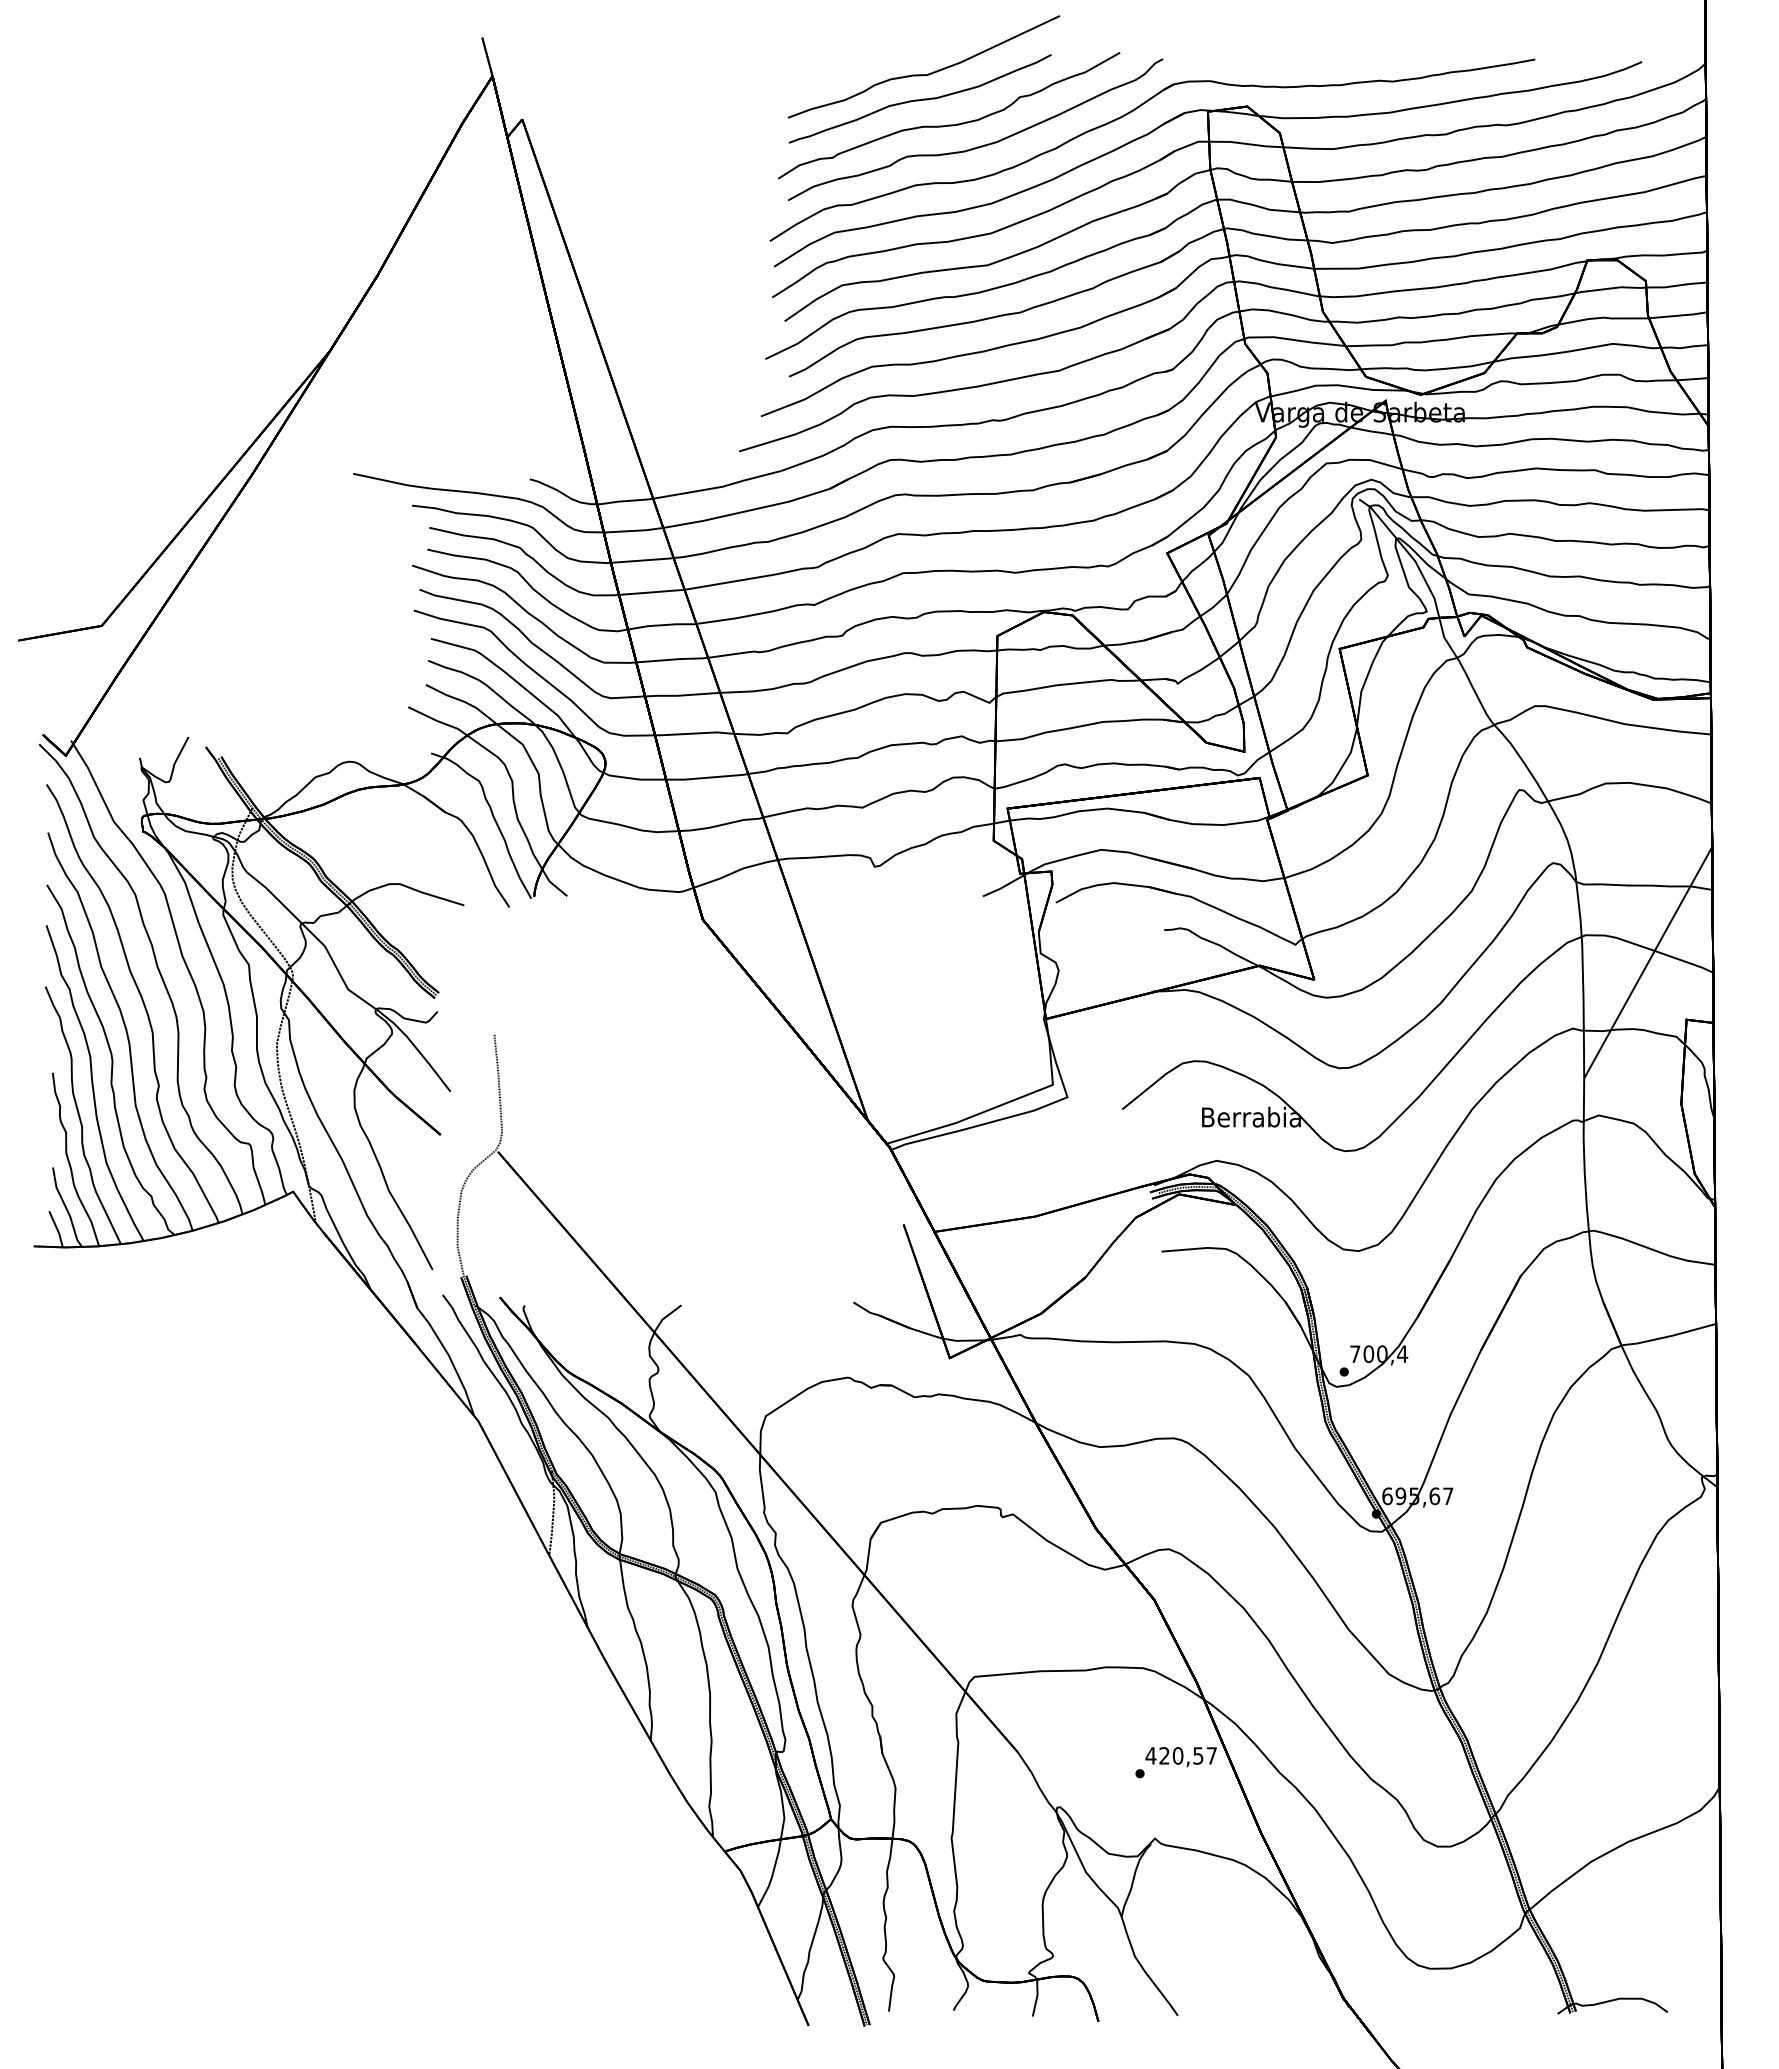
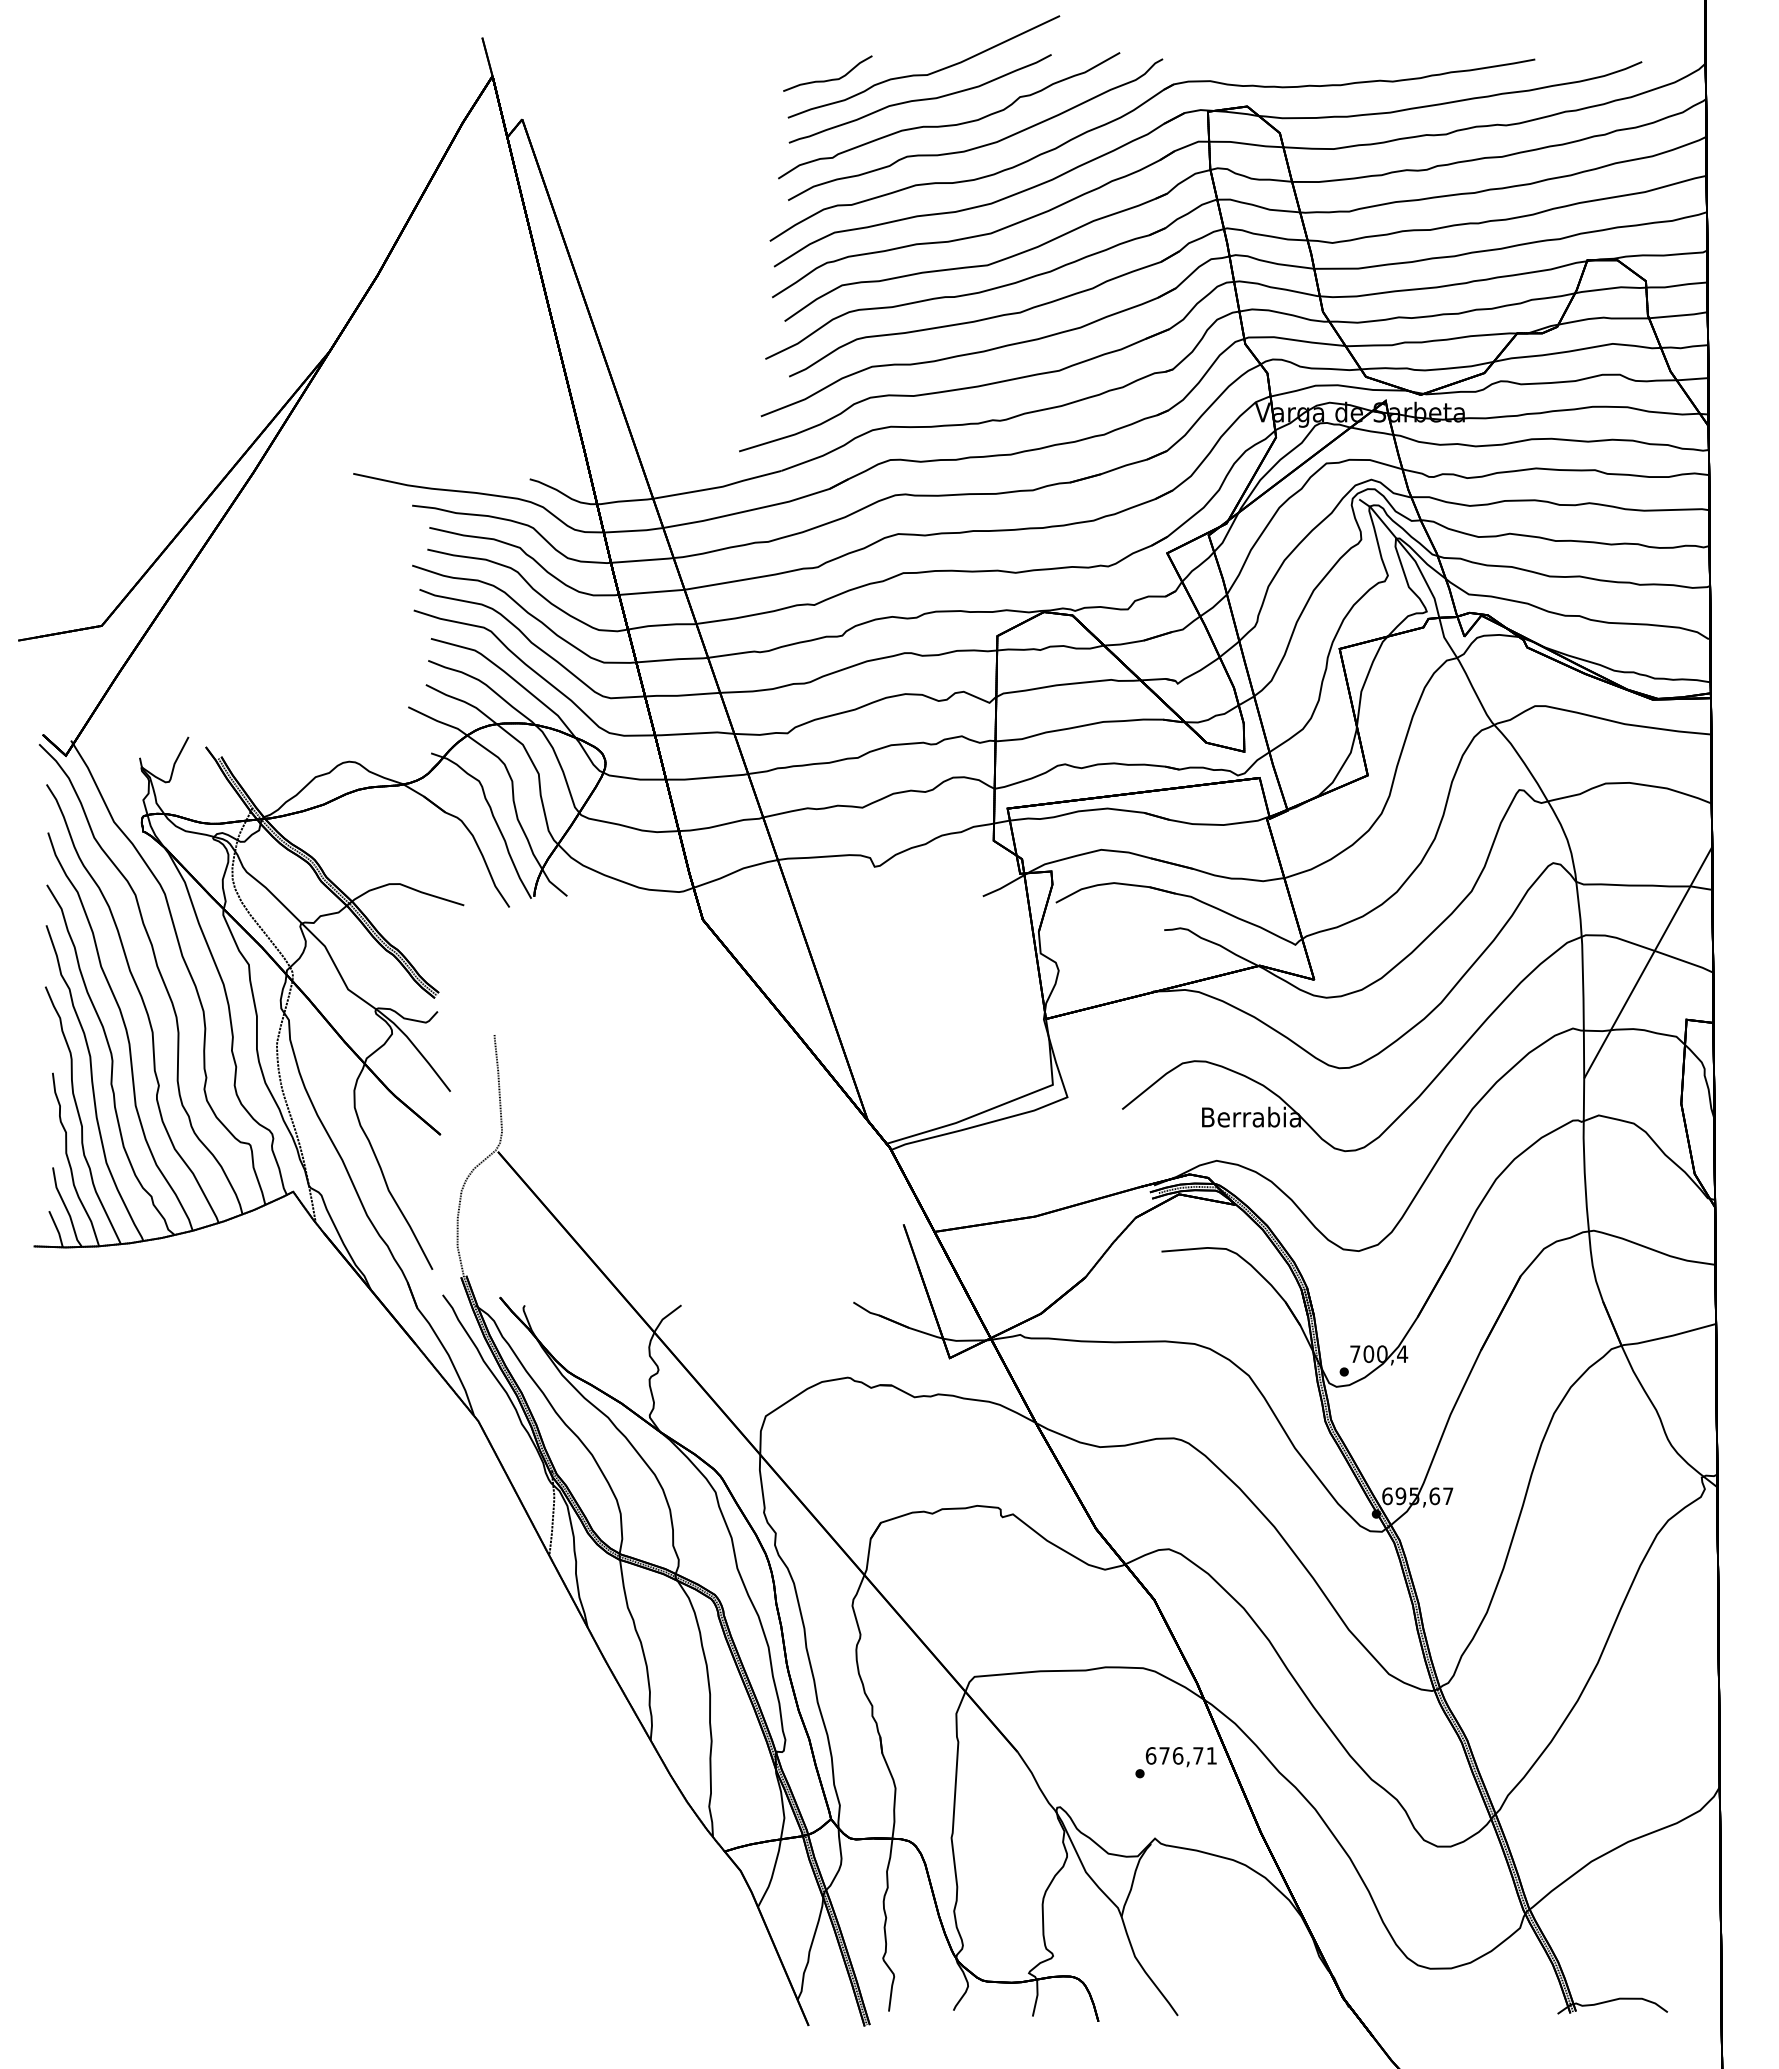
curve at (827, 79): none -> present
text at (1180, 1755): 420,57 -> 676,71
